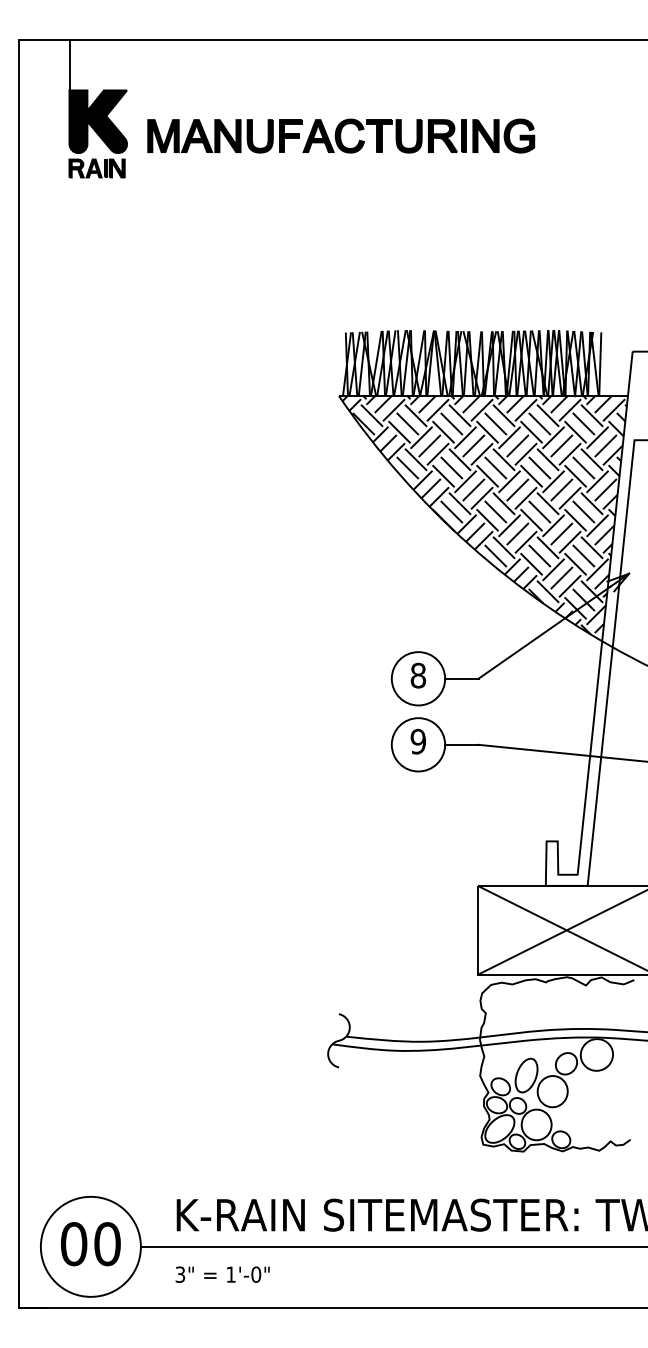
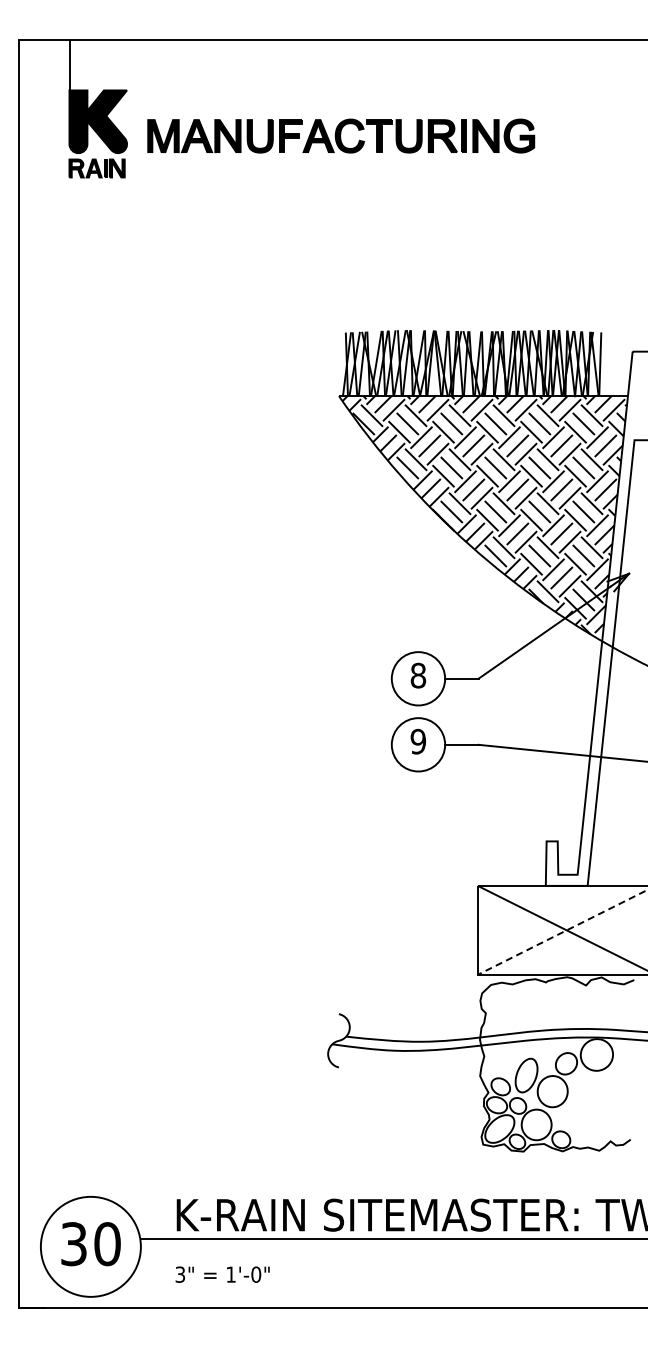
line at (562, 932): solid -> dashed
text at (73, 1244): 00 -> 30
line at (392, 1246) position: (392, 1246) -> (392, 1238)
